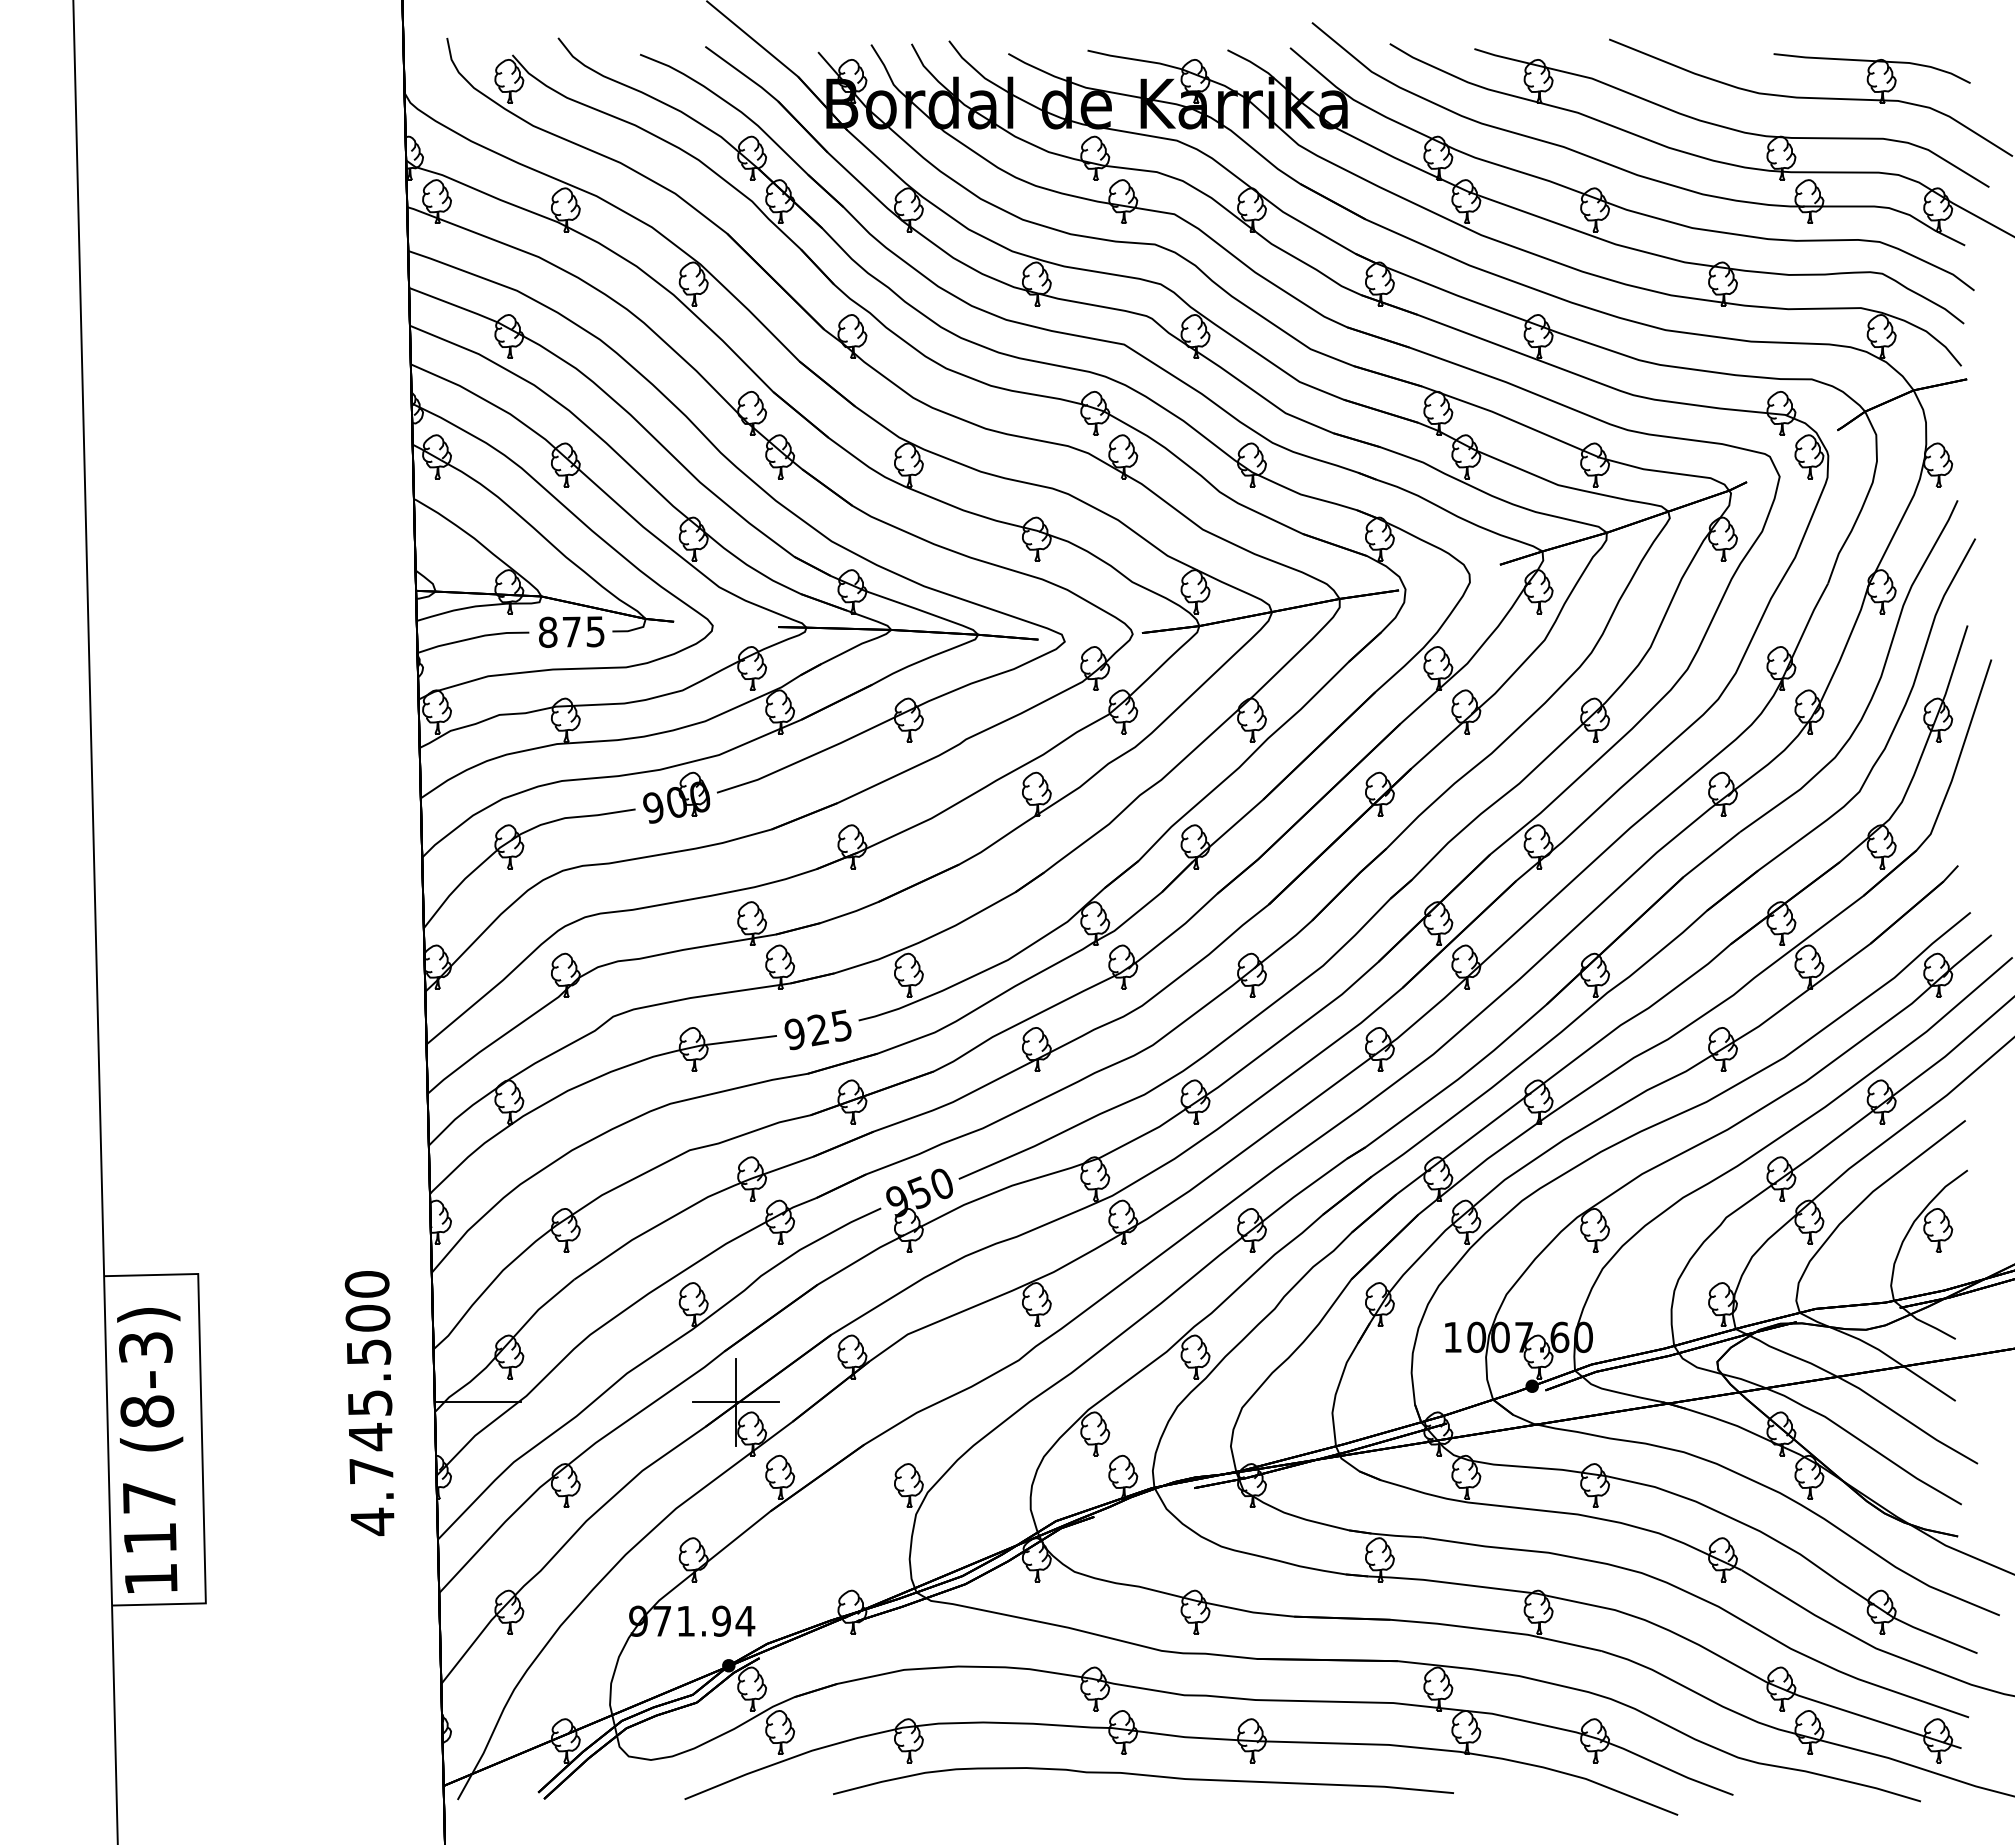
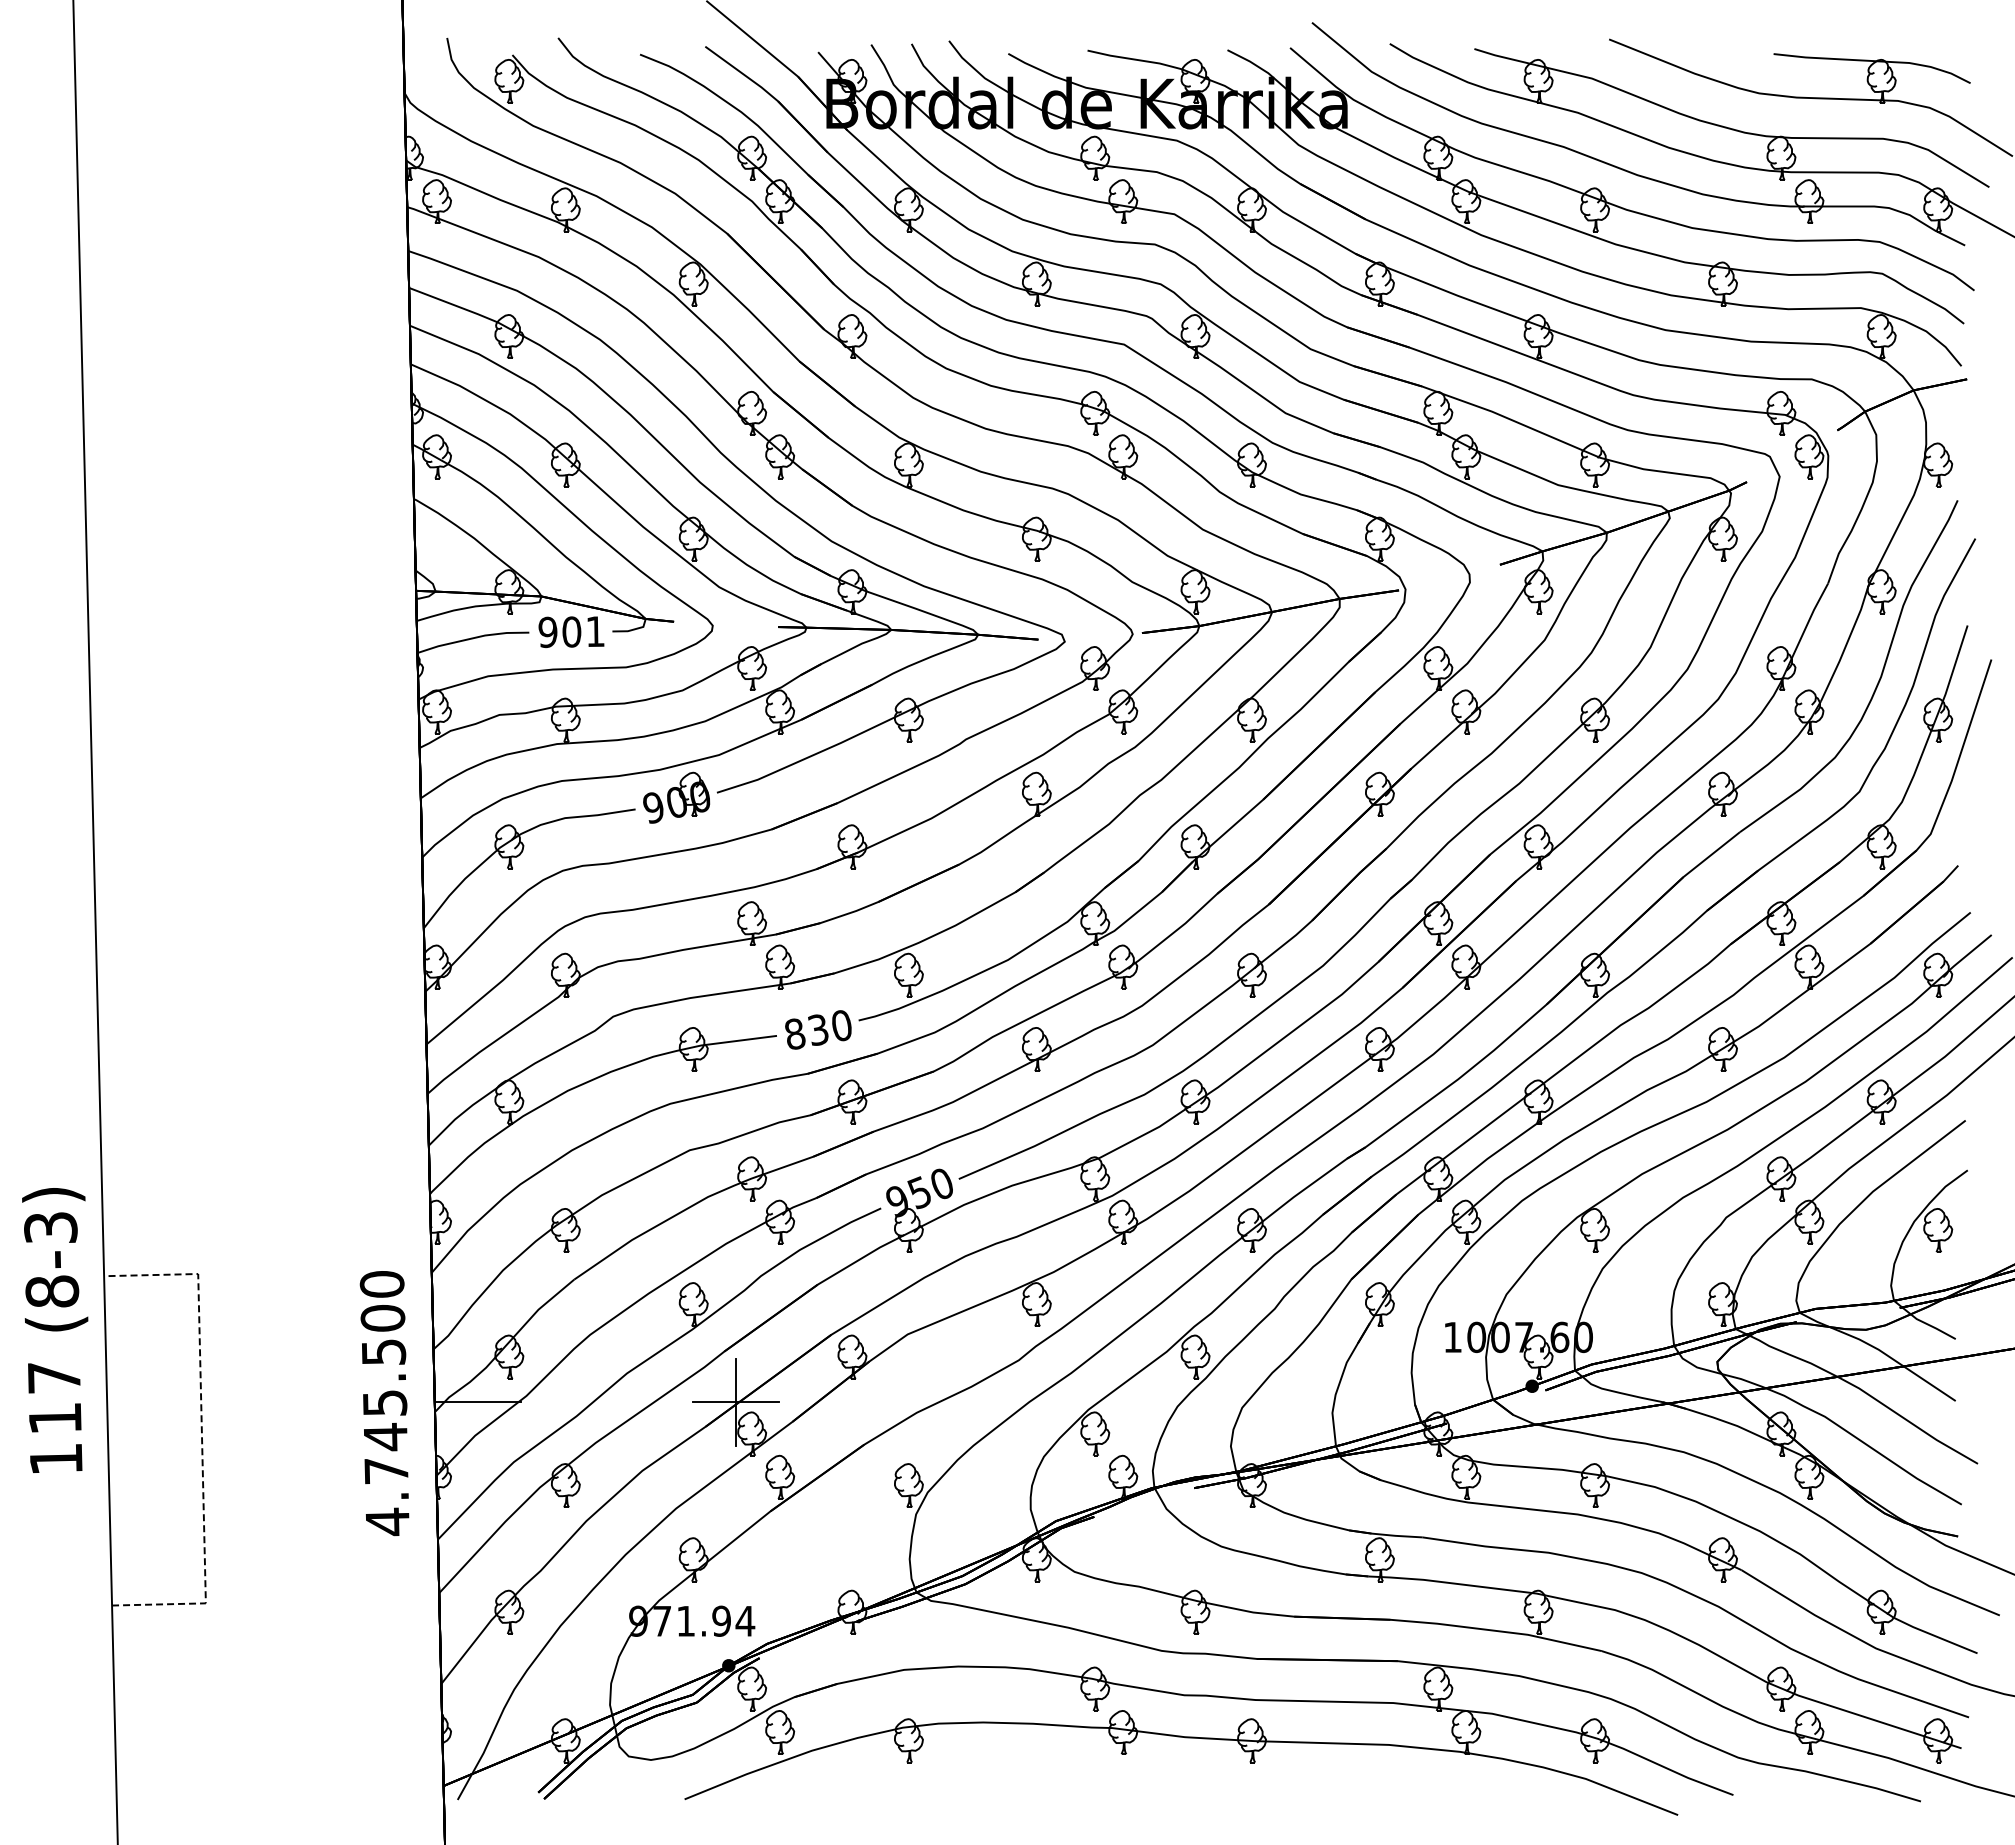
text at (571, 632): 875 -> 901
text at (817, 1029): 925 -> 830
text at (369, 1403) position: (369, 1403) -> (384, 1403)
line at (202, 1437): solid -> dashed
text at (150, 1450) position: (150, 1450) -> (55, 1330)
curve at (1144, 1776): present -> none
